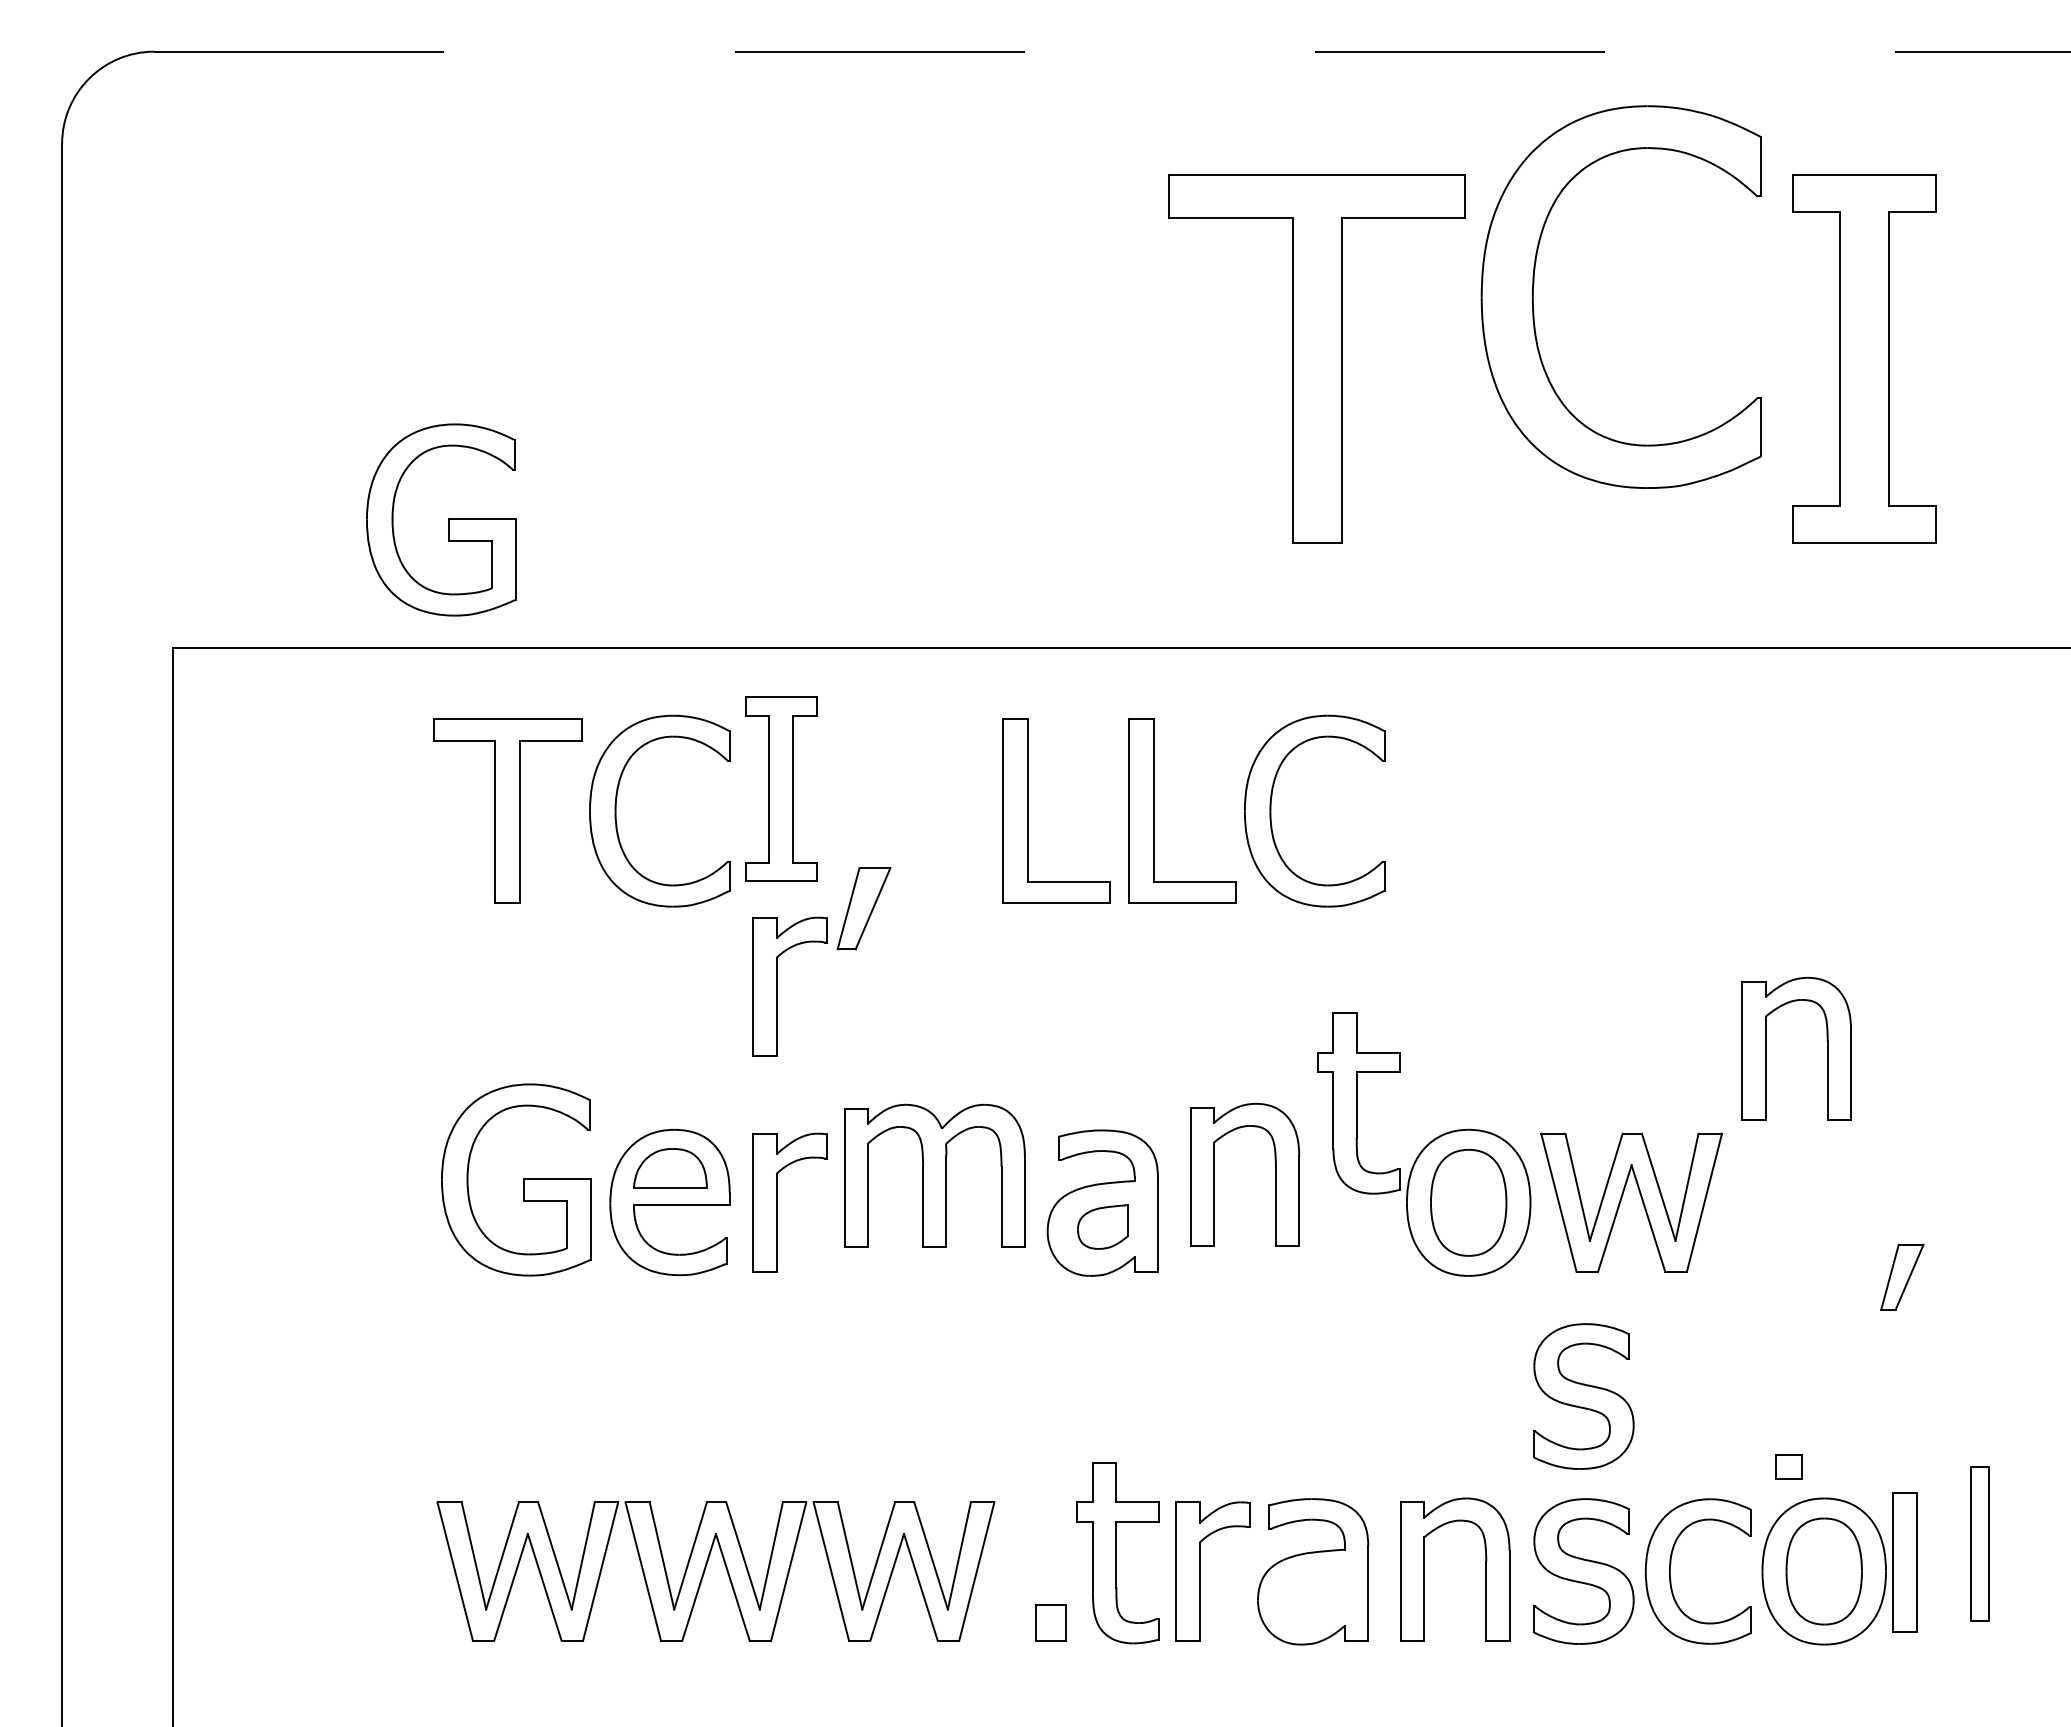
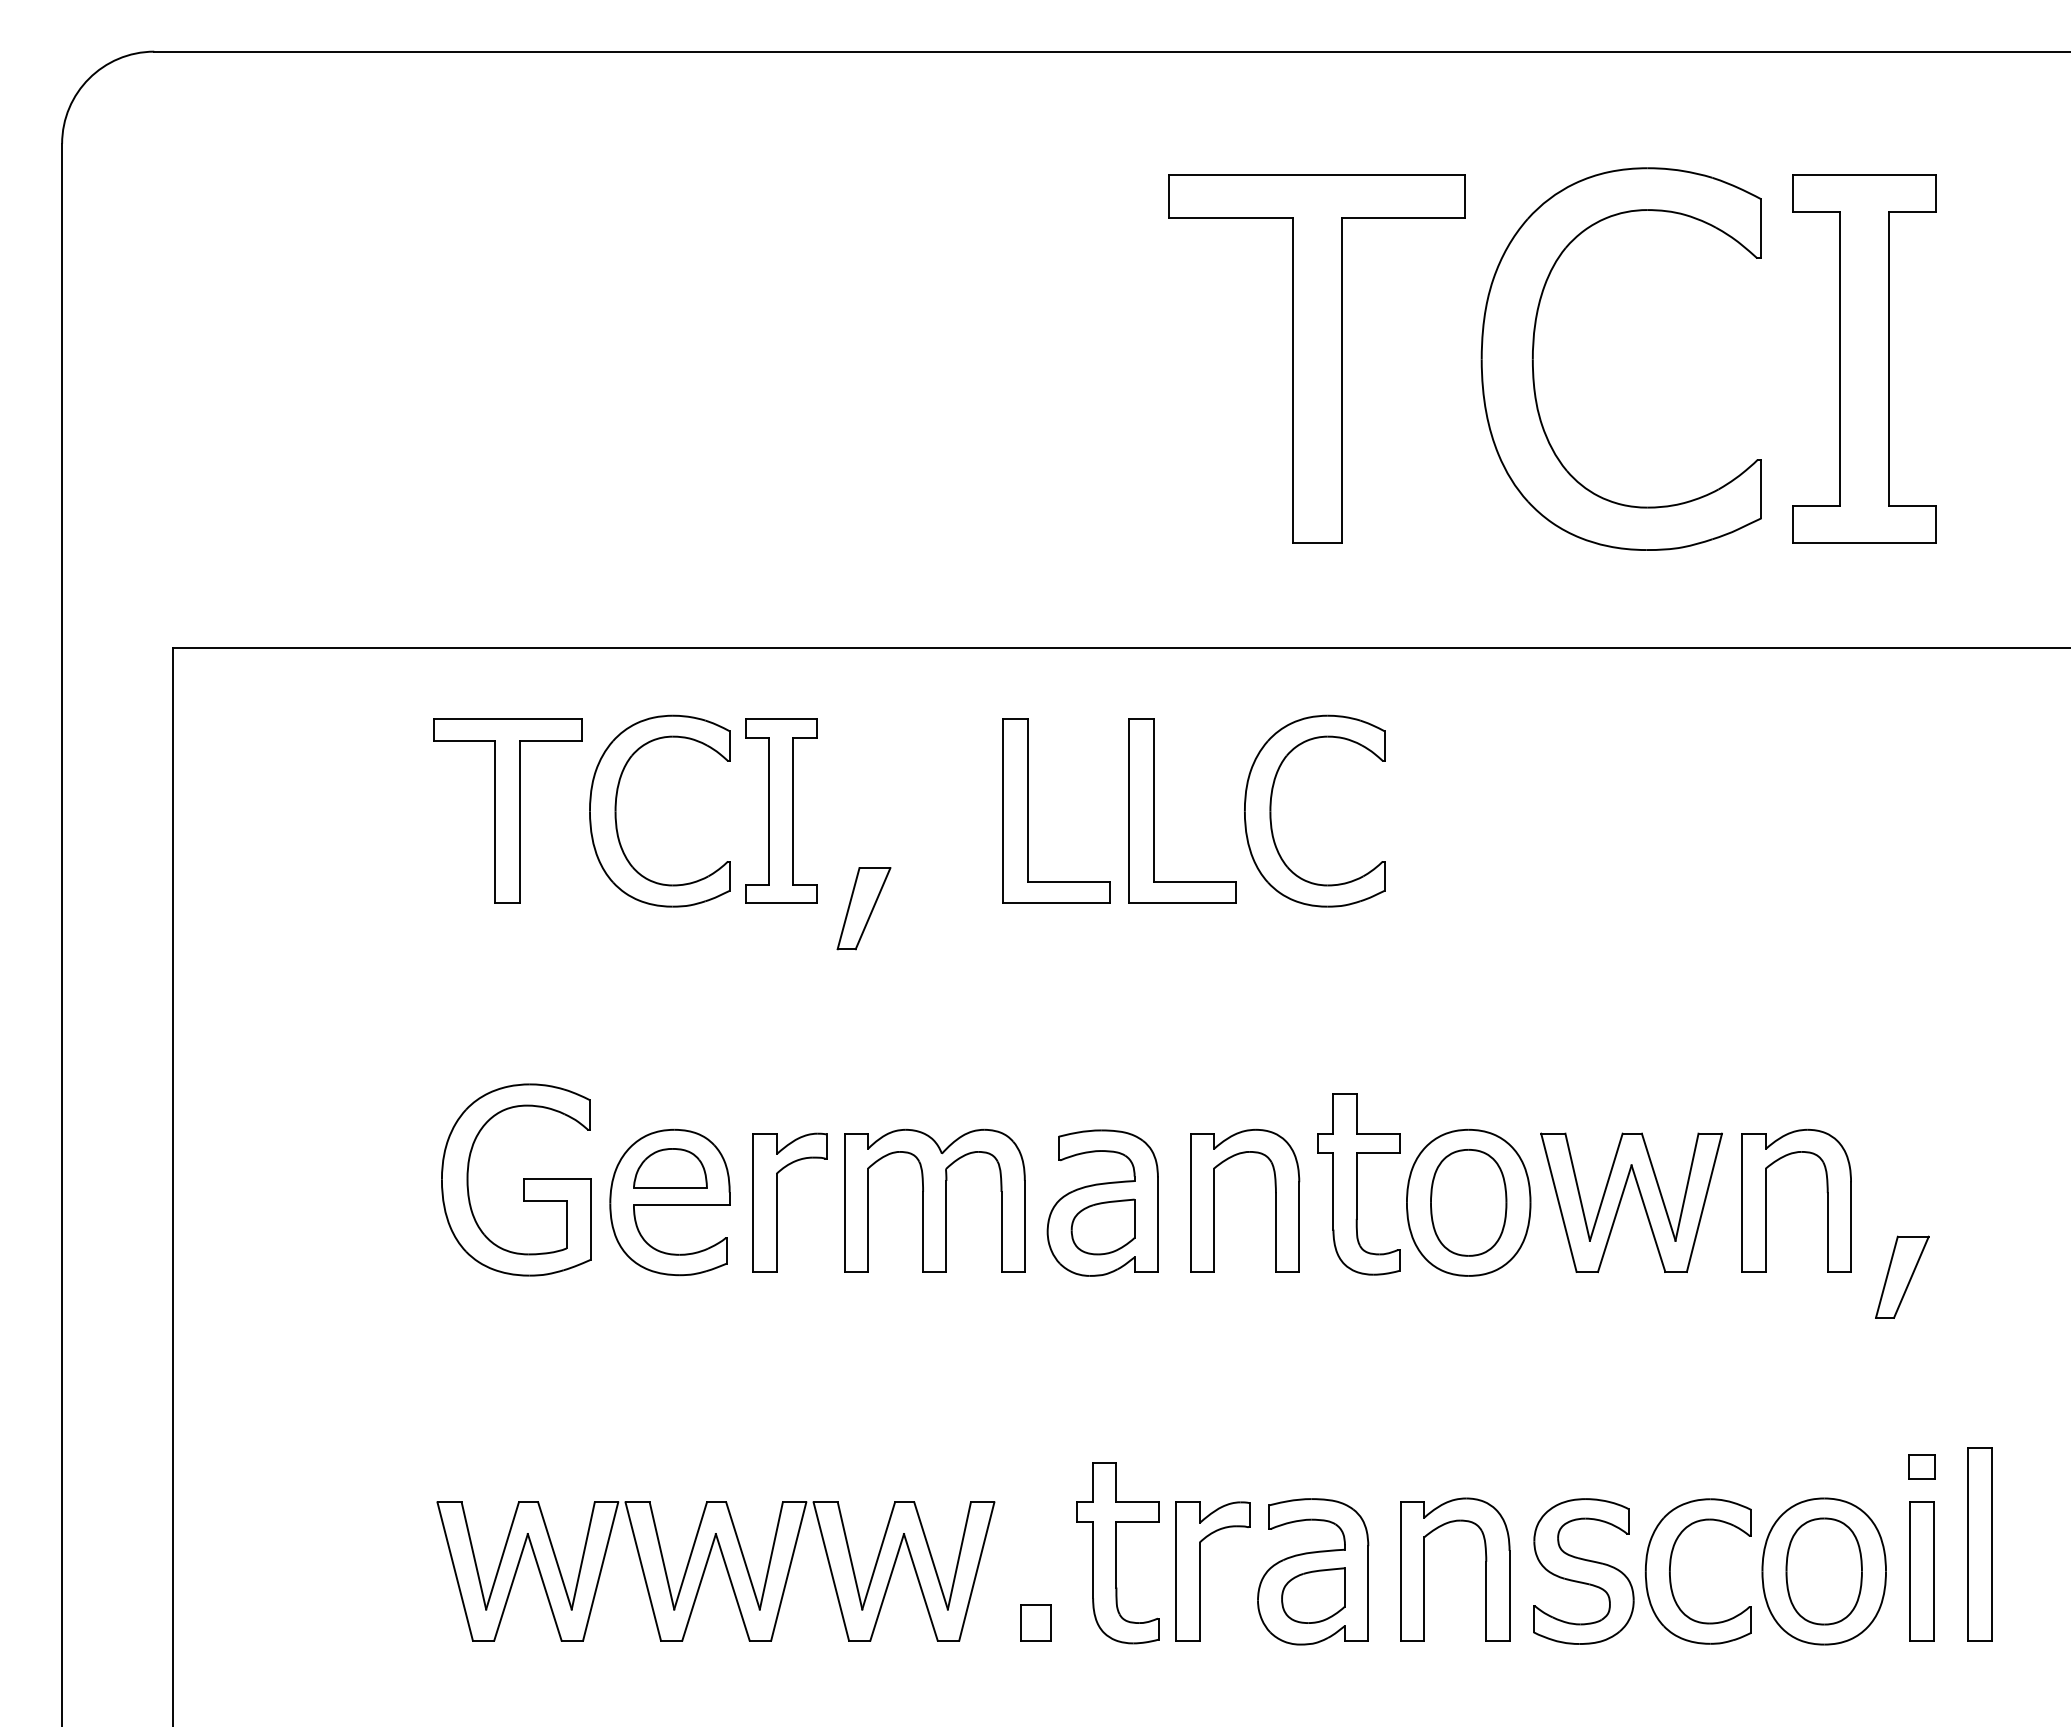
line at (1112, 51): dashed -> solid
part at (1534, 284) position: (1534, 284) -> (1534, 346)
part at (448, 519): present -> none
part at (781, 788) position: (781, 788) -> (781, 810)
part at (777, 986): present -> none
part at (1766, 1048) position: (1766, 1048) -> (1766, 1200)
part at (1358, 1103) position: (1358, 1103) -> (1358, 1184)
part at (1275, 1174) position: (1275, 1174) -> (1275, 1200)
part at (934, 1175) position: (934, 1175) -> (934, 1200)
part at (1102, 1226) size: 52x46 px -> 66x58 px
part at (1902, 1276) size: 45x68 px -> 55x84 px
part at (1583, 1396): present -> none
part at (1788, 1466) position: (1788, 1466) -> (1921, 1466)
part at (1979, 1543) size: 20x156 px -> 26x195 px
part at (1904, 1562) position: (1904, 1562) -> (1921, 1571)
part at (1313, 1595): none -> present
part at (1050, 1622) position: (1050, 1622) -> (1035, 1622)
